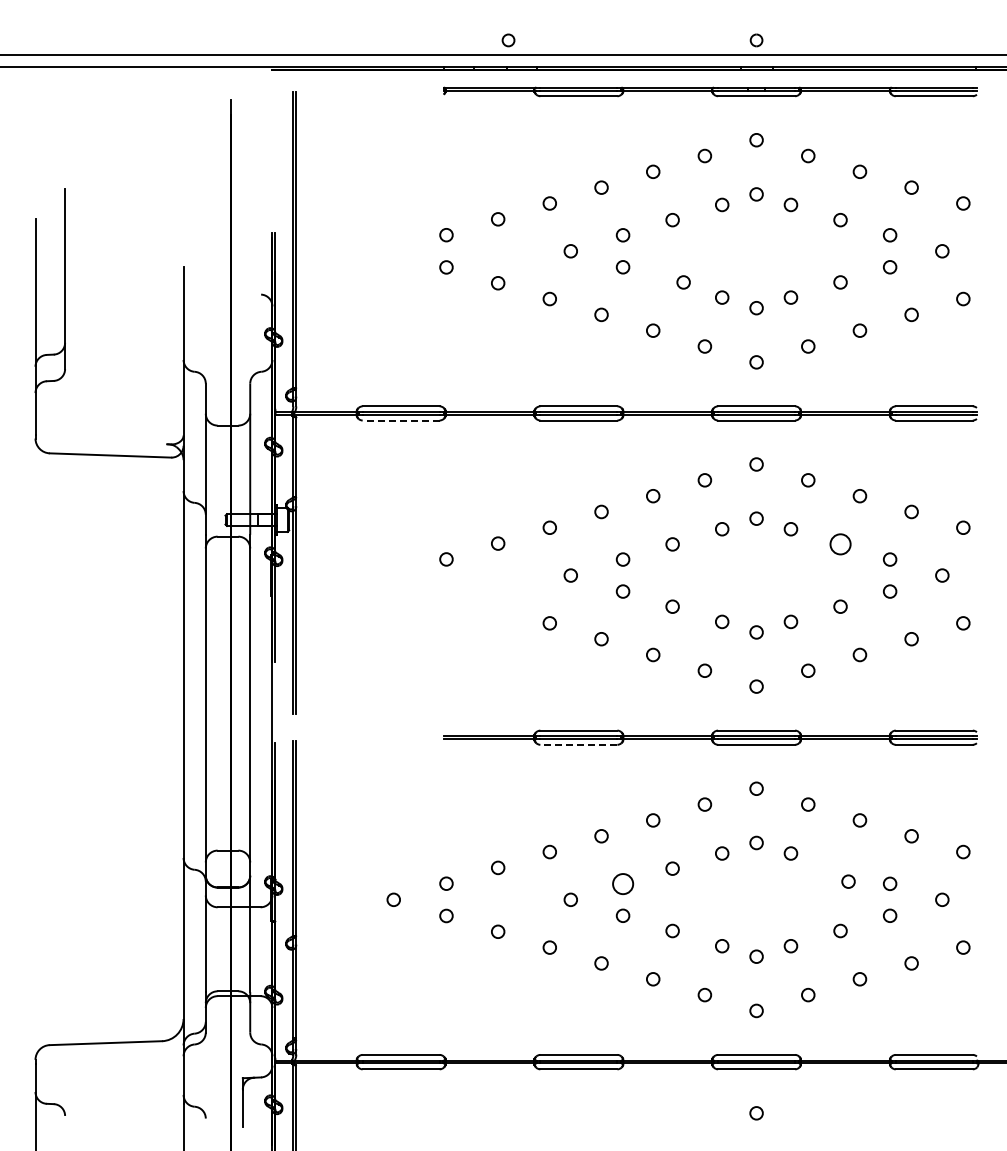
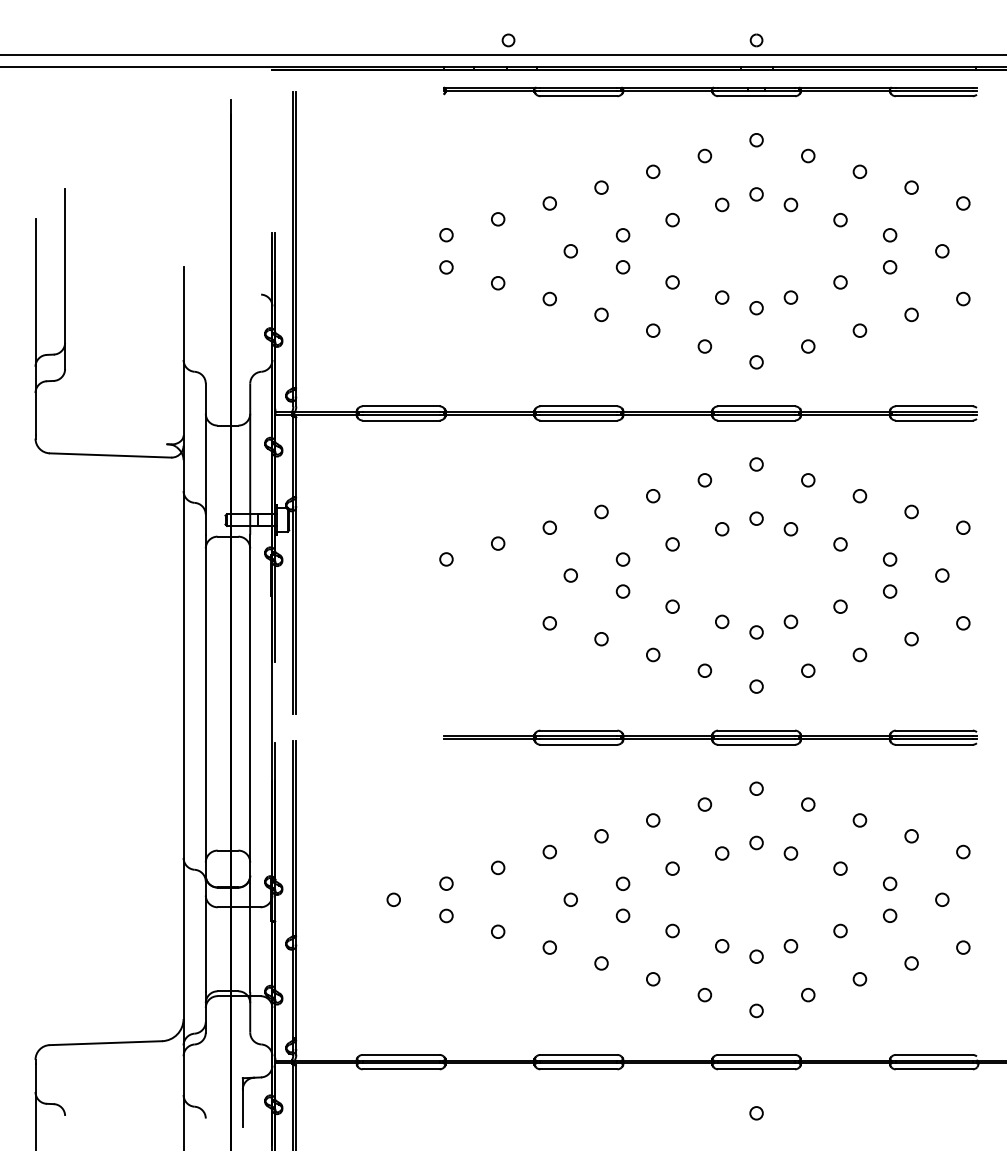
circle at (683, 282) position: (683, 282) -> (672, 282)
line at (401, 420): dashed -> solid
circle at (840, 544) size: 23x23 px -> 15x15 px
line at (578, 744): dashed -> solid
circle at (848, 881) position: (848, 881) -> (840, 868)
circle at (623, 883) size: 23x22 px -> 16x15 px
